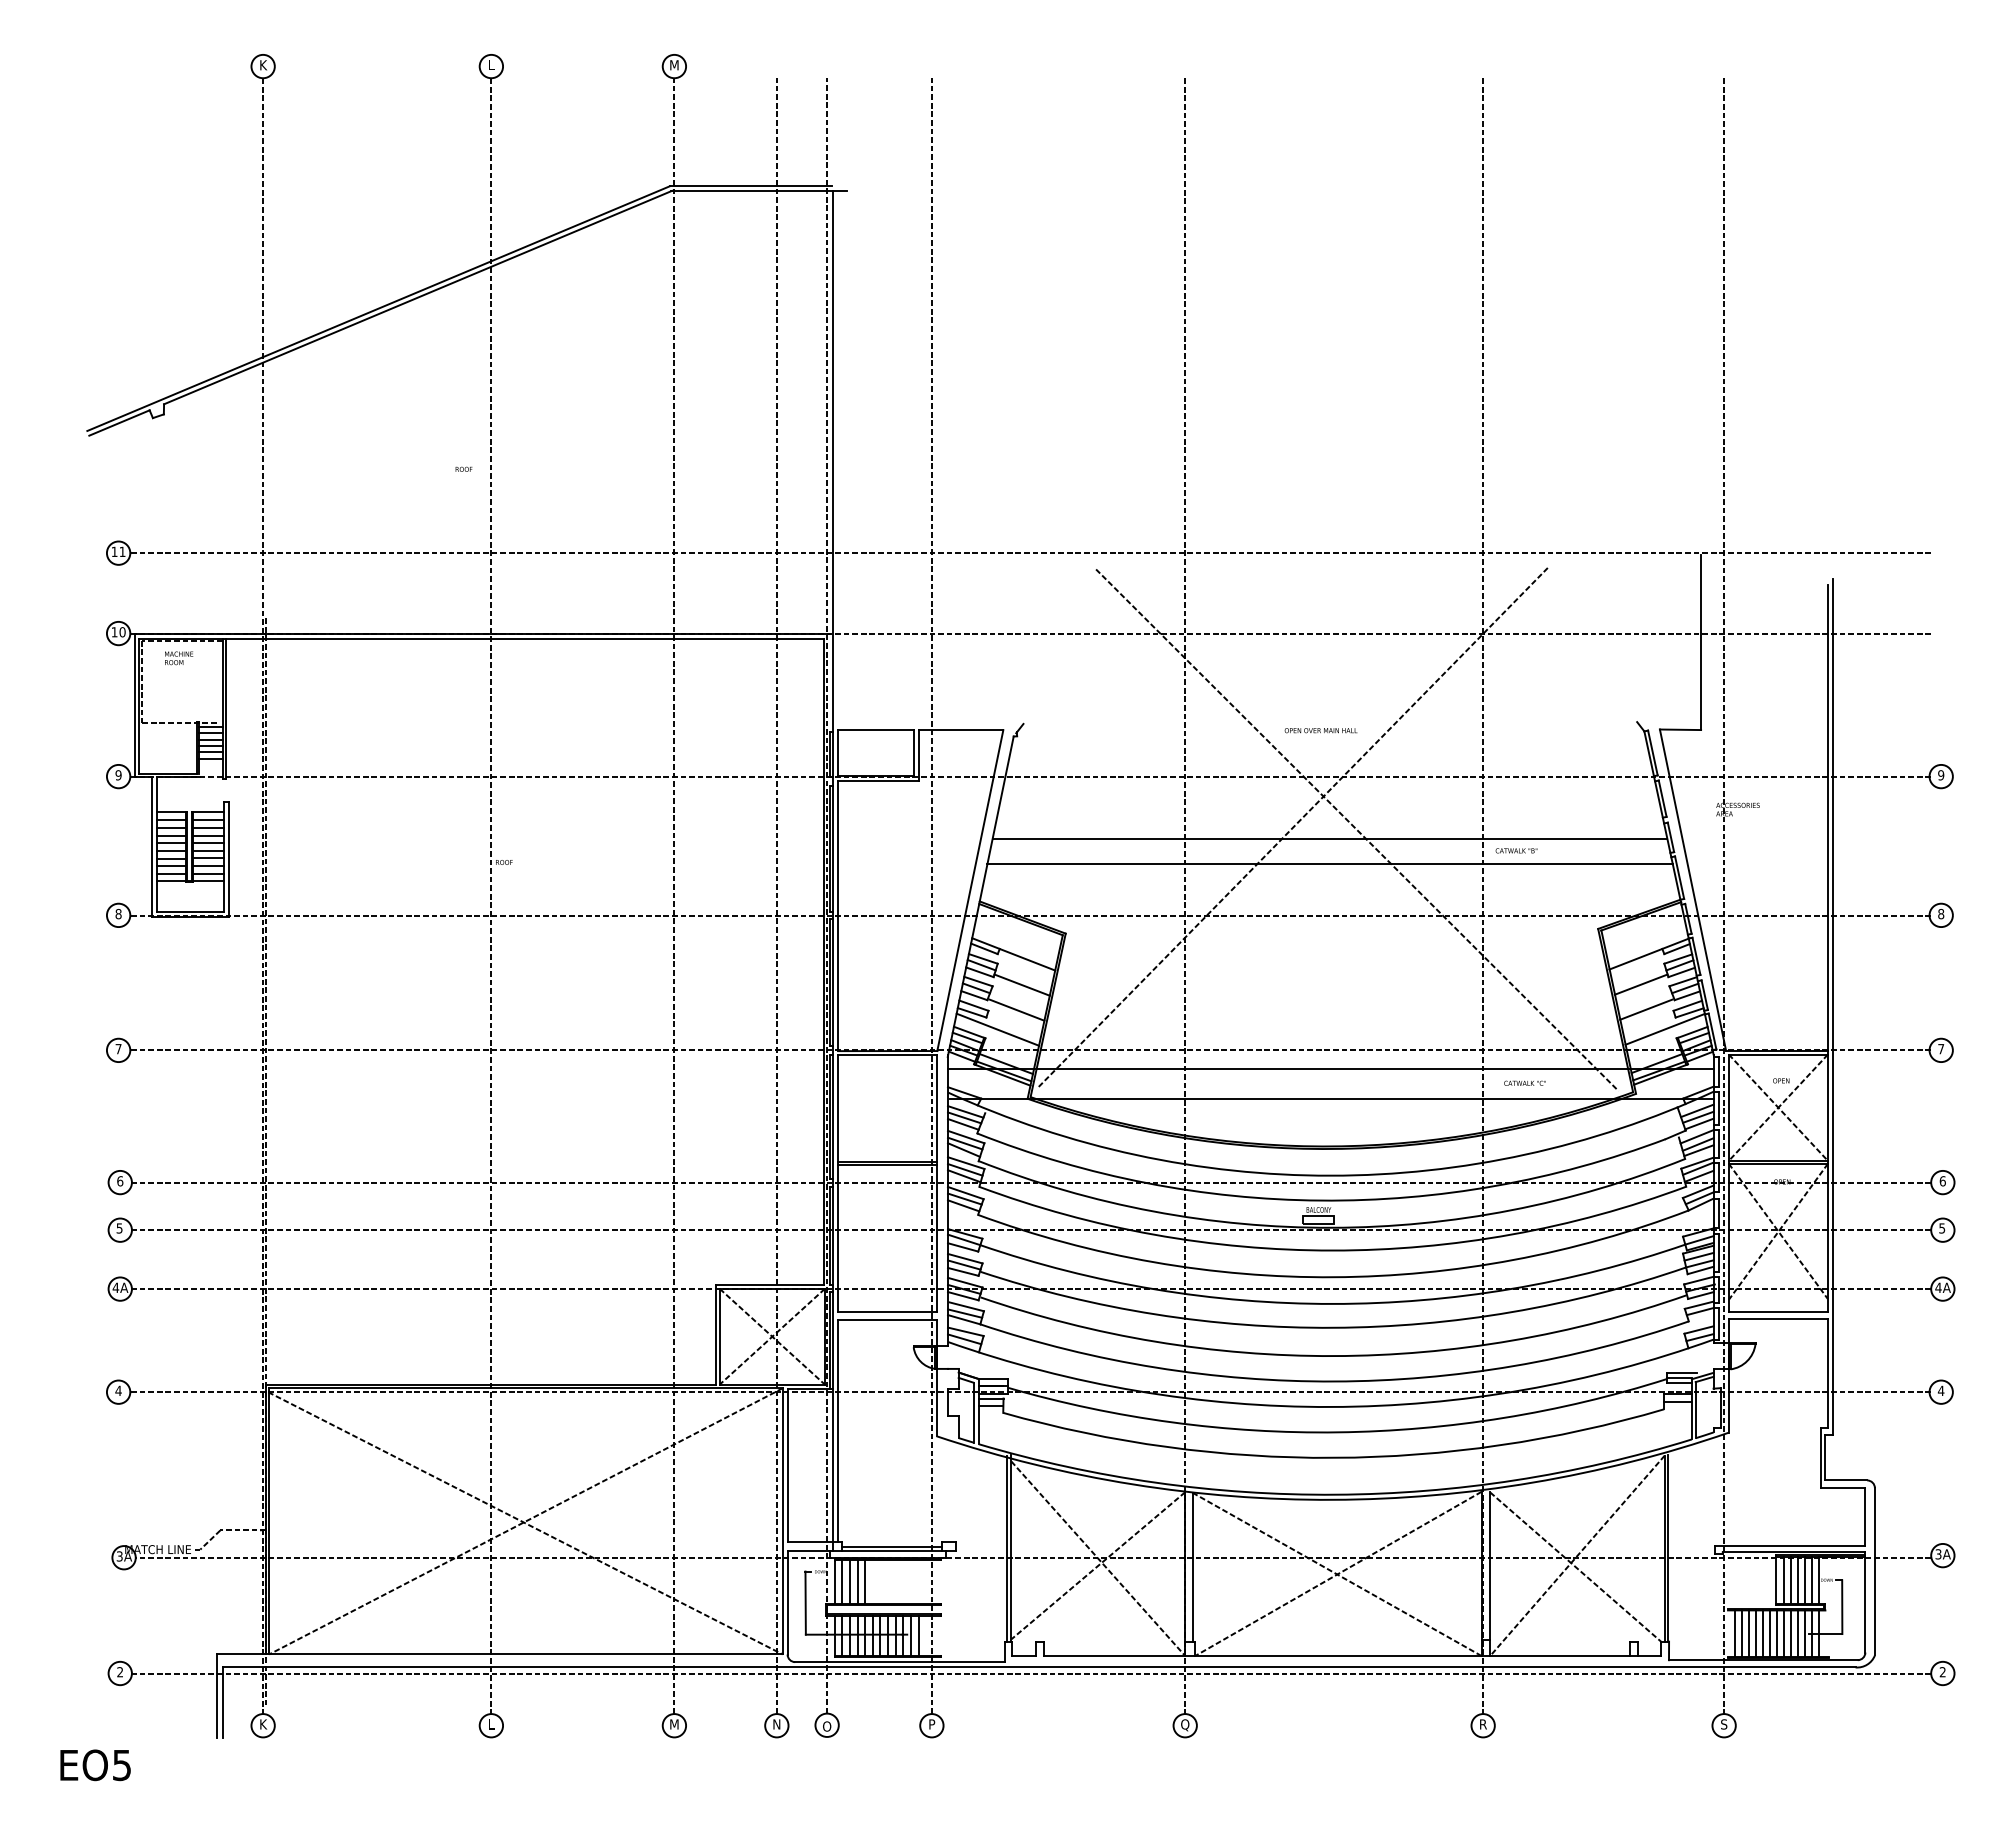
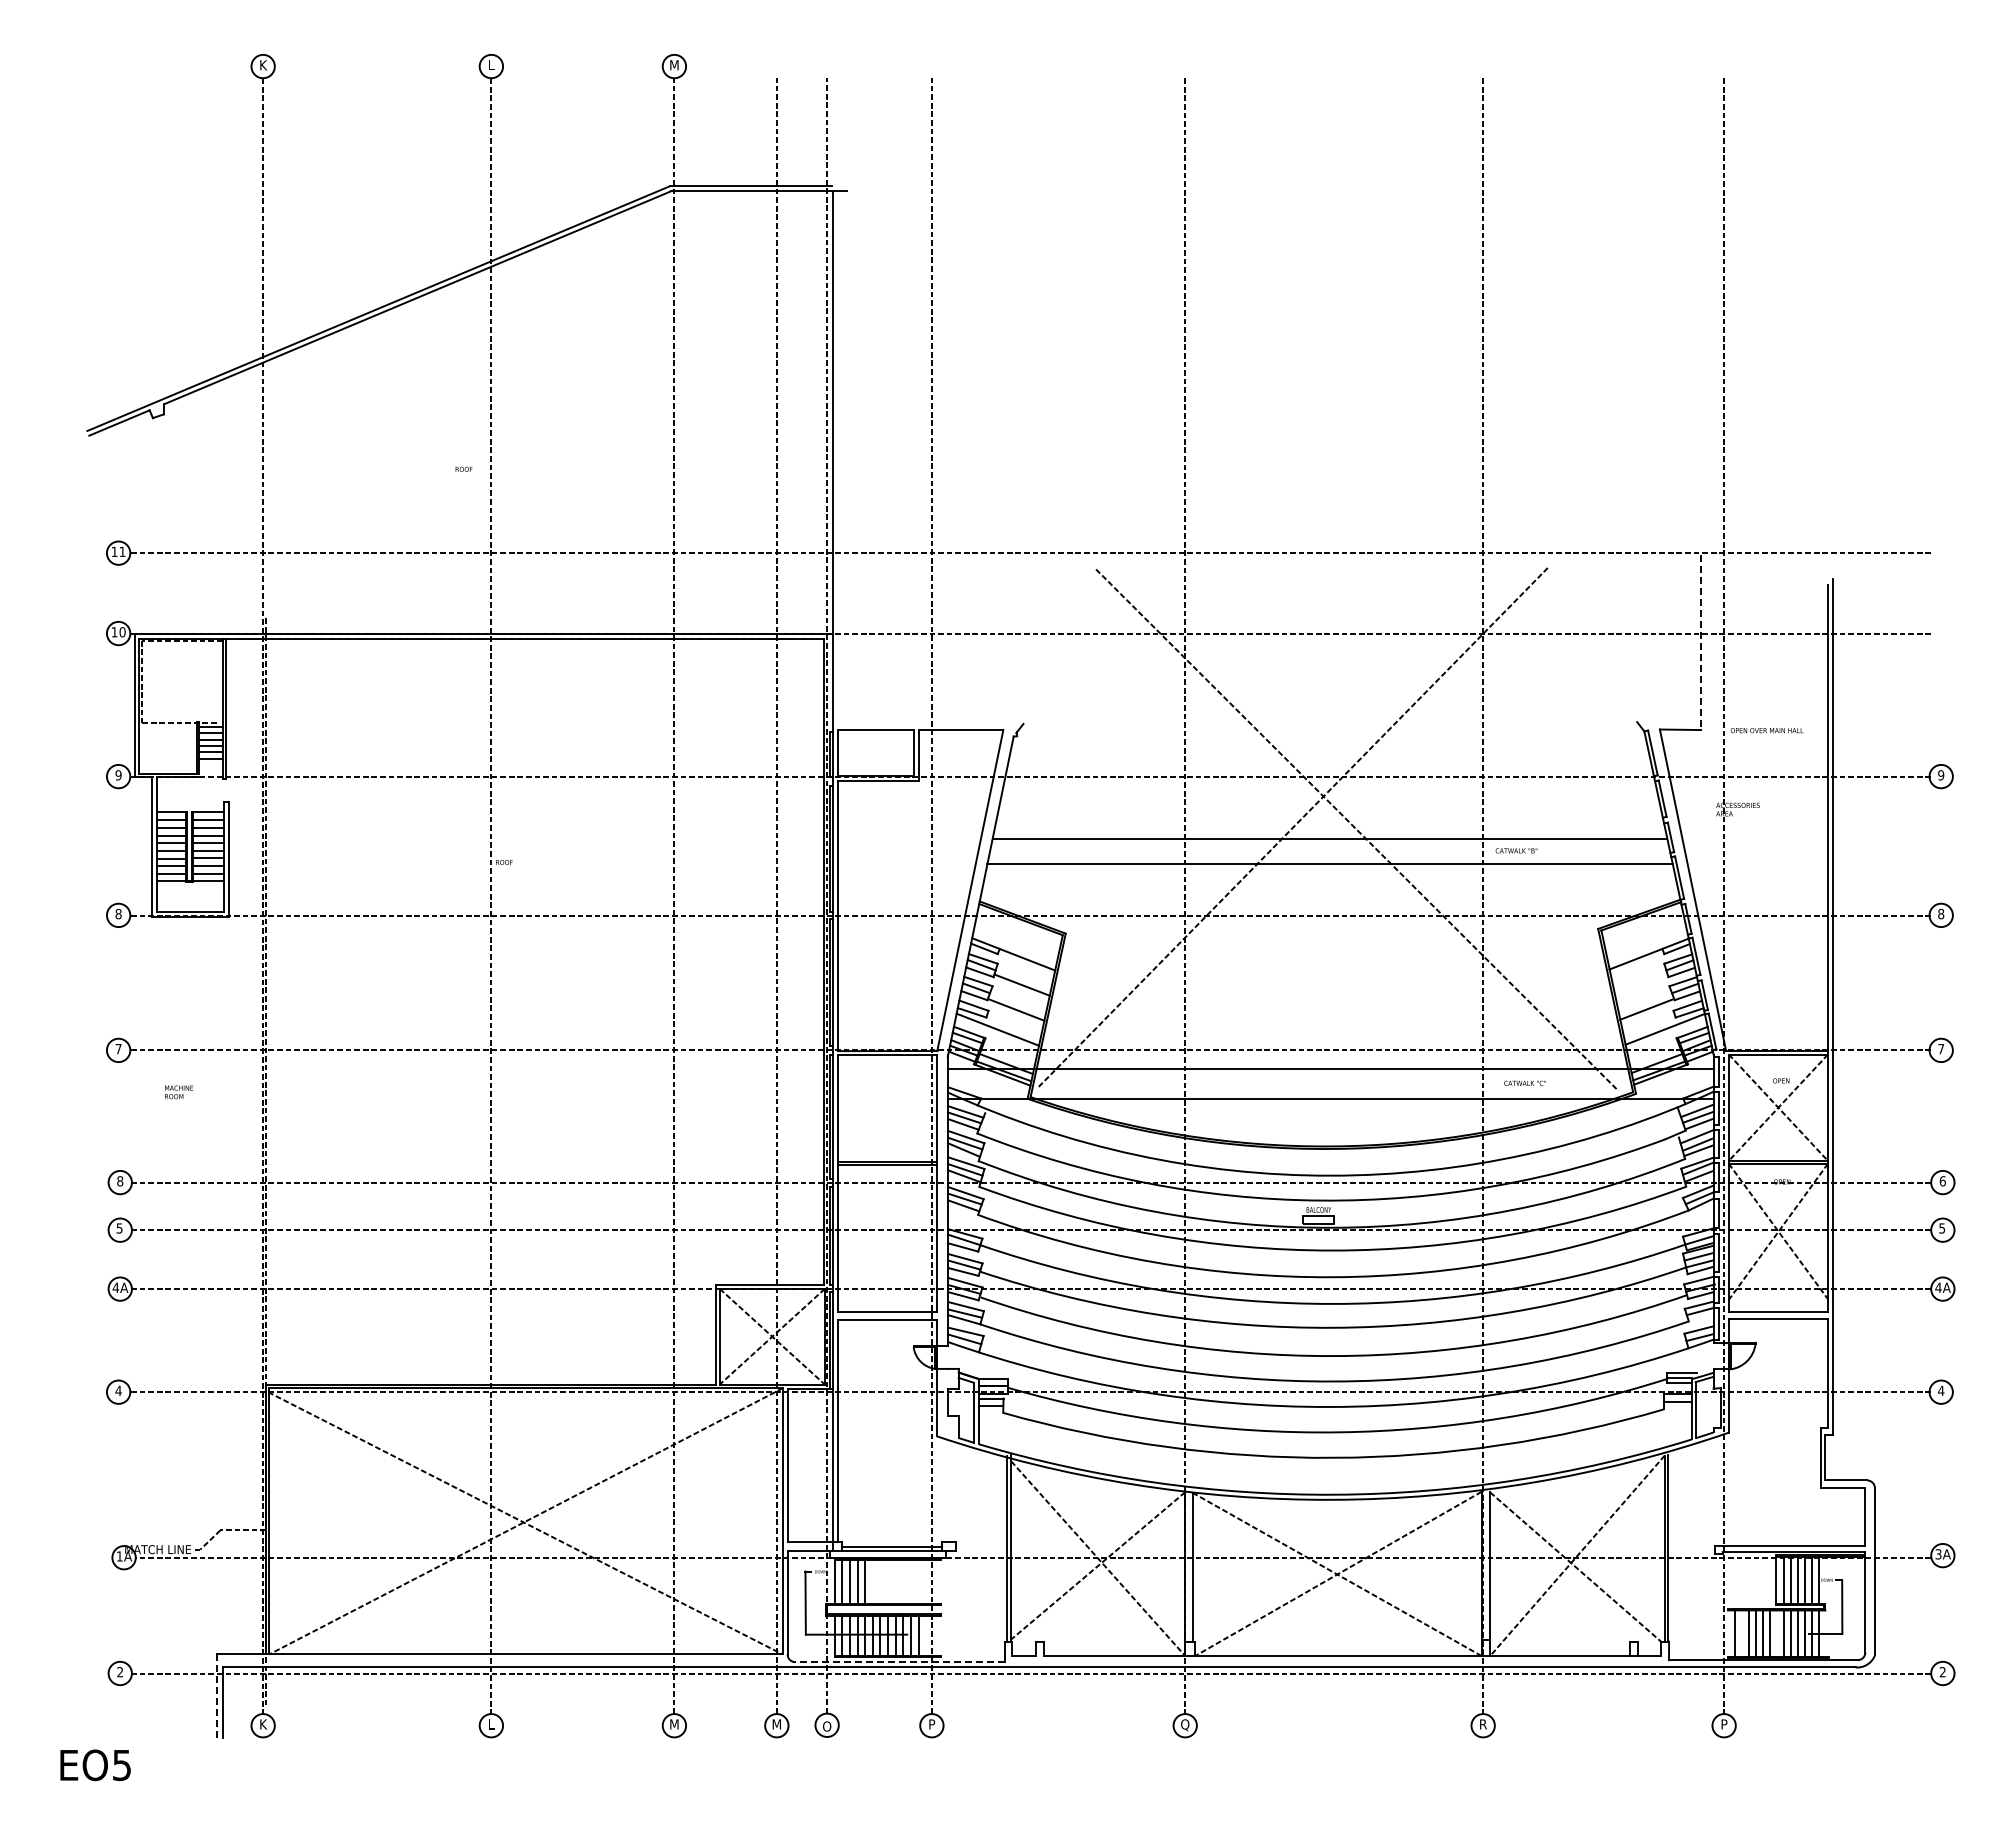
line at (1701, 643): solid -> dashed
text at (179, 658) position: (179, 658) -> (179, 1092)
text at (1320, 730) position: (1320, 730) -> (1766, 730)
line at (1640, 984): present -> none
text at (120, 1181): 6 -> 8
text at (119, 1556): 3A -> 1A
line at (1742, 1633): present -> none
line at (1777, 1633): present -> none
line at (899, 1662): solid -> dashed
line at (217, 1696): solid -> dashed
text at (776, 1724): N -> M
text at (1724, 1724): S -> P
